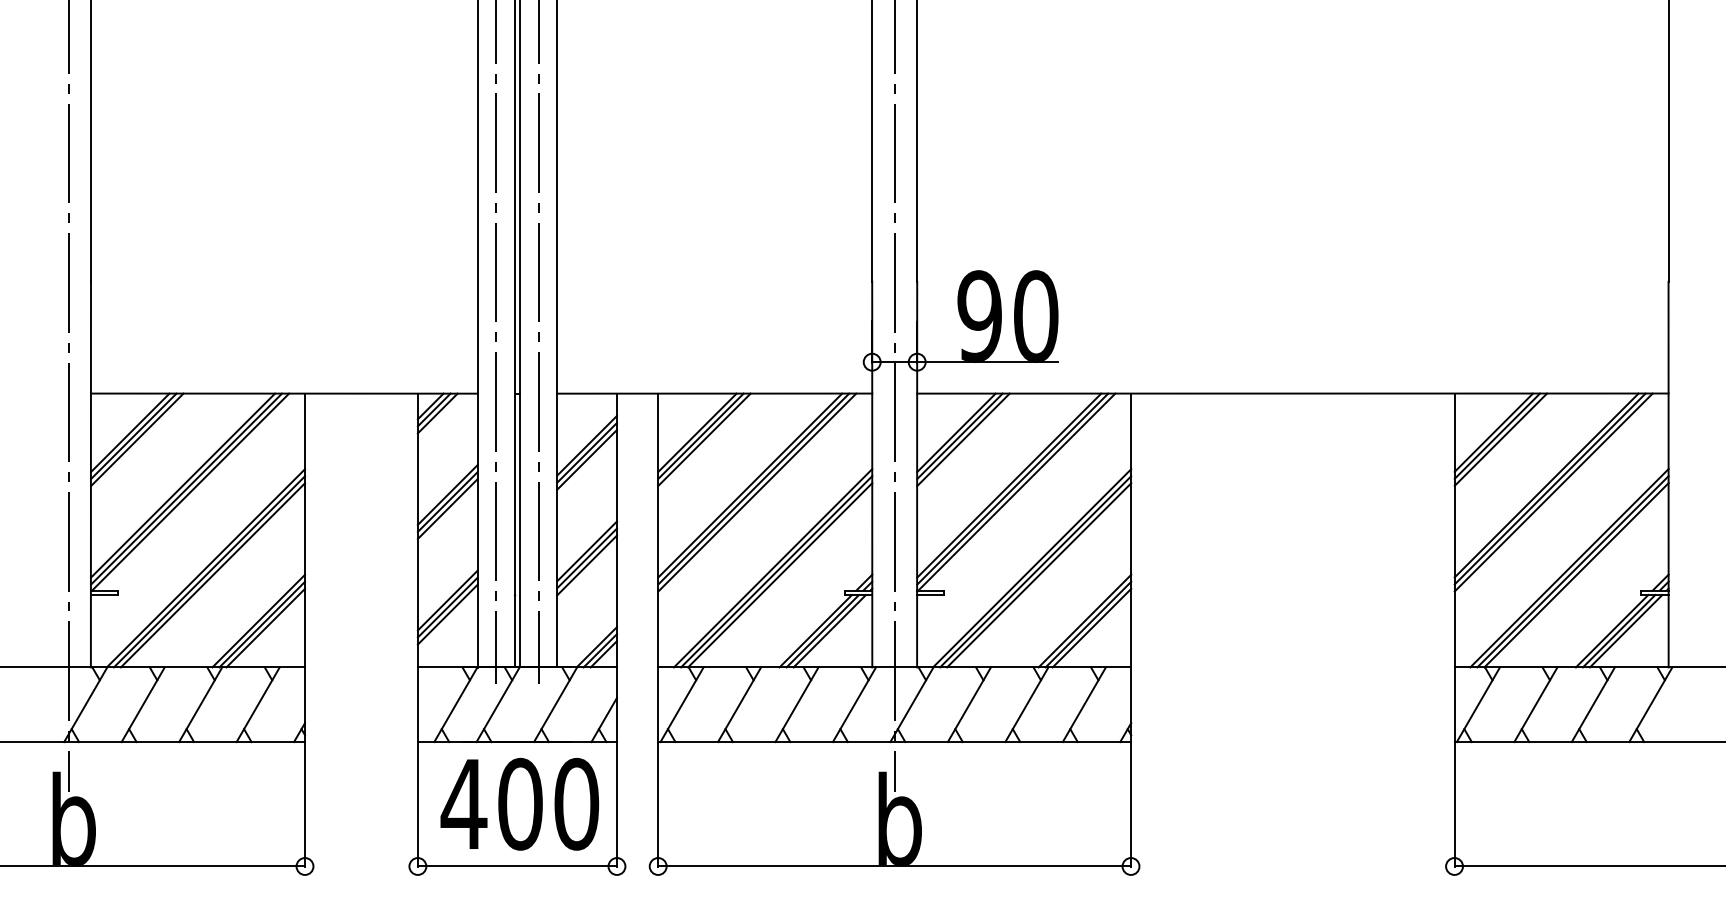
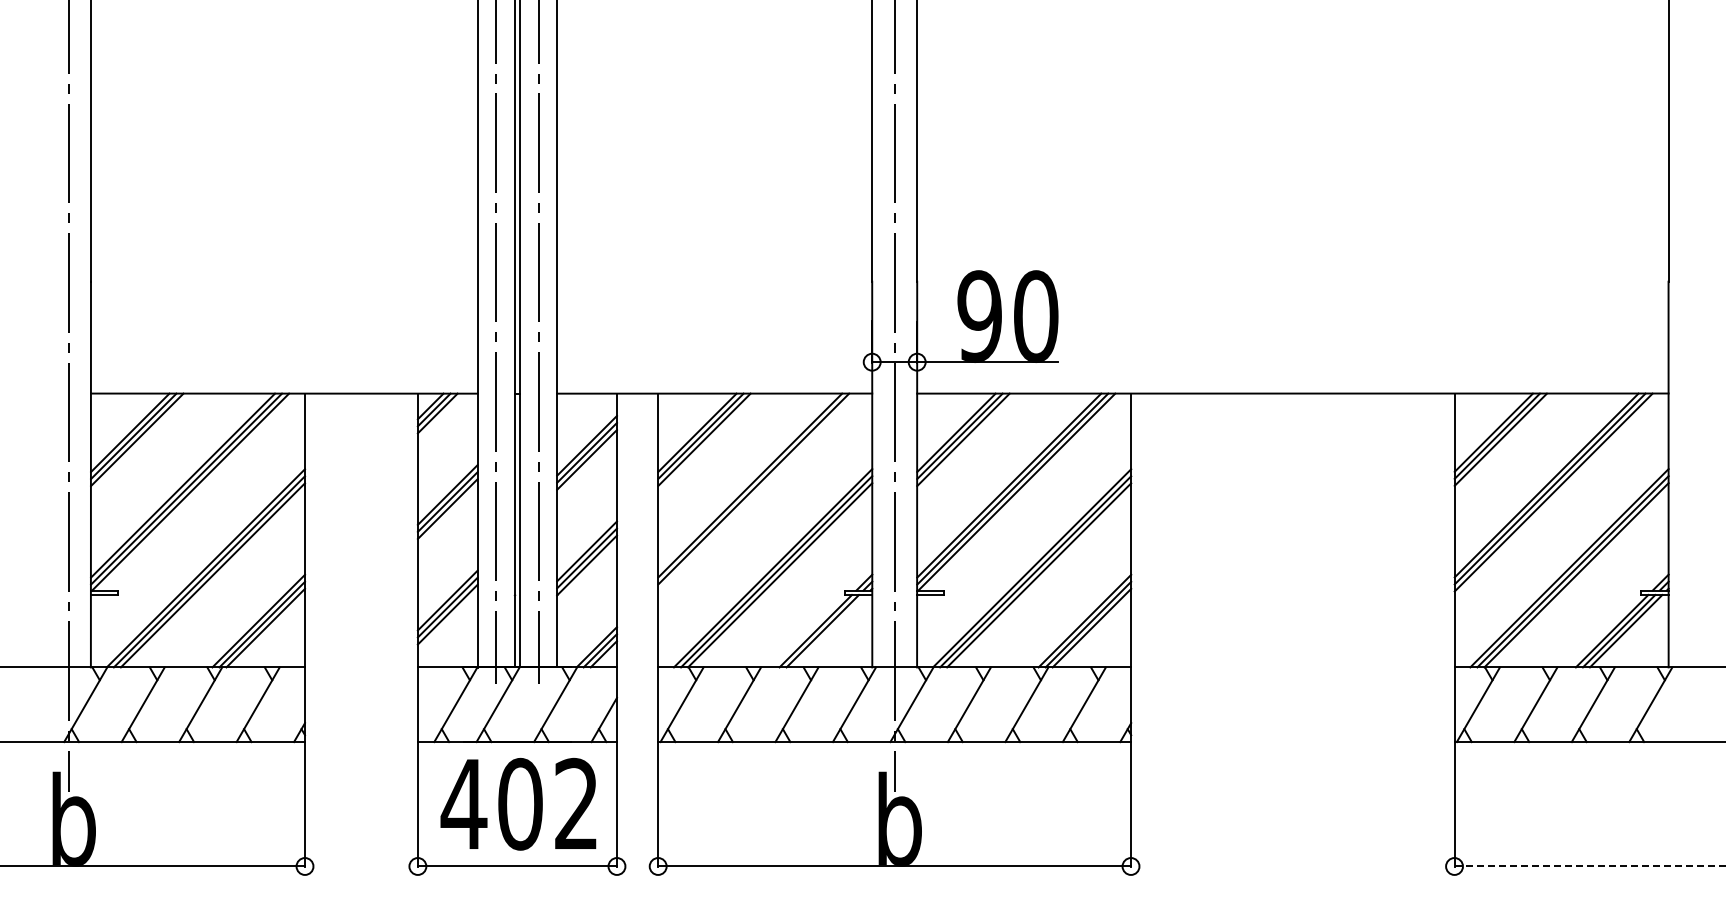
line at (757, 492): present -> none
line at (829, 630): present -> none
text at (576, 803): 400 -> 402
line at (1590, 866): solid -> dashed
